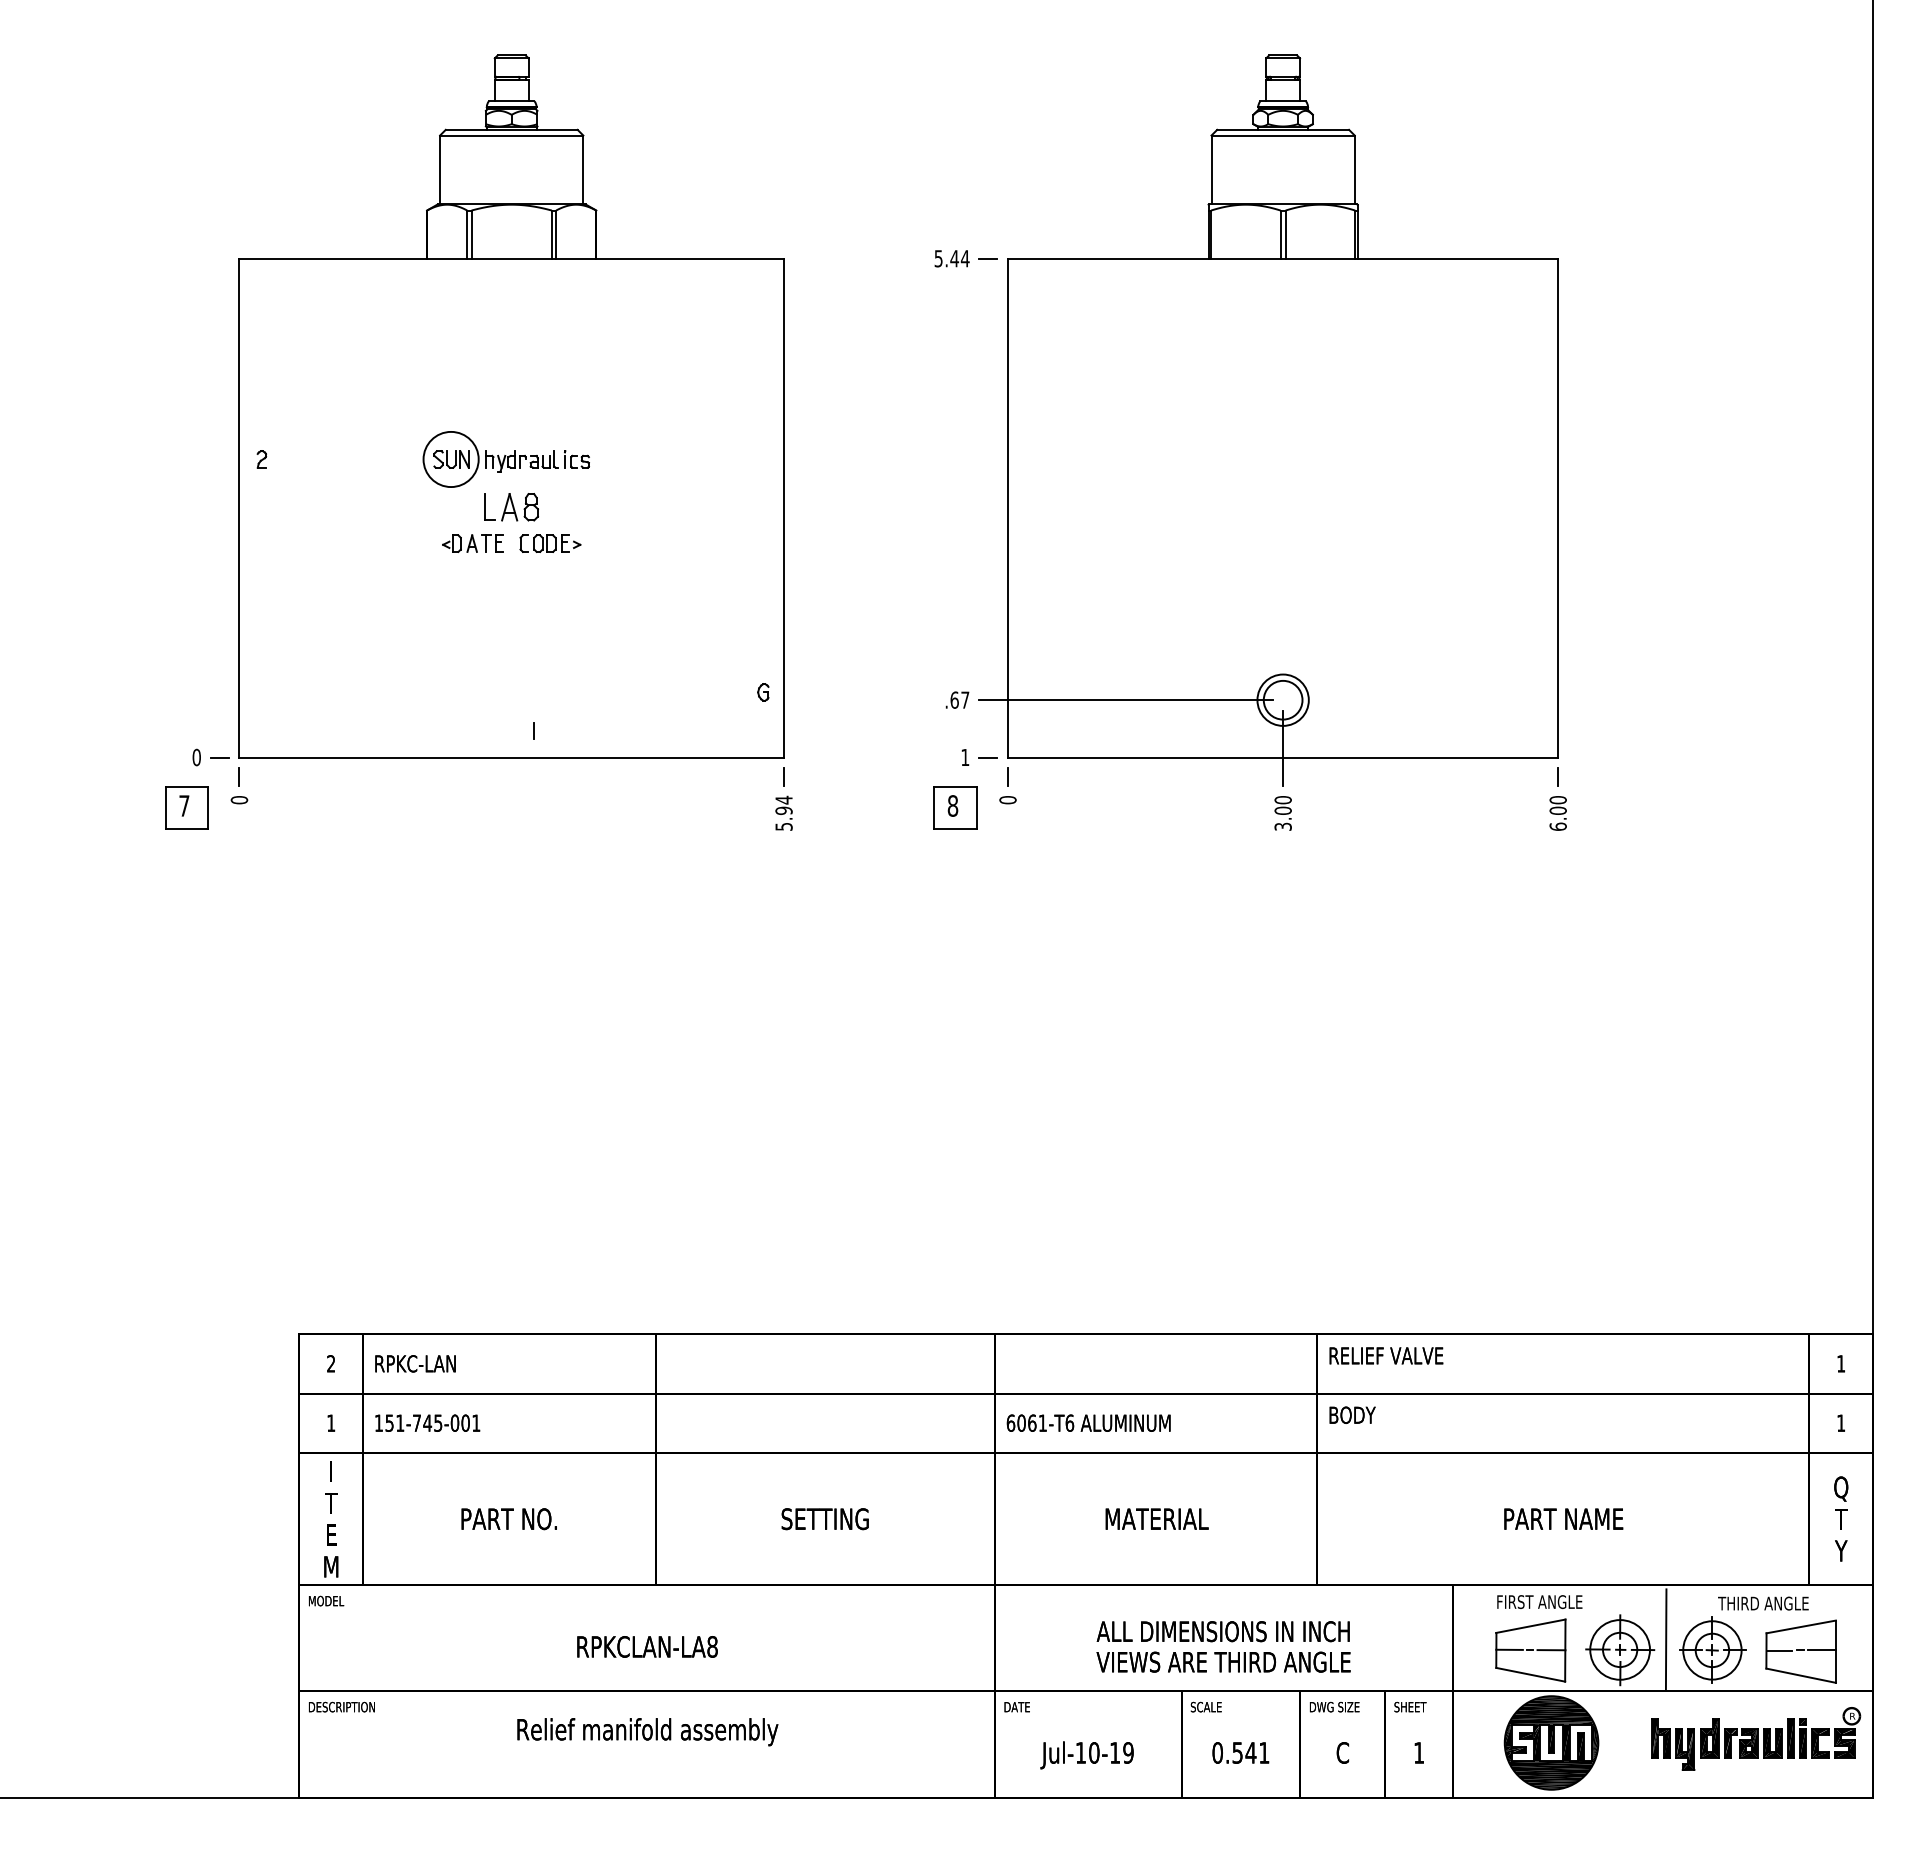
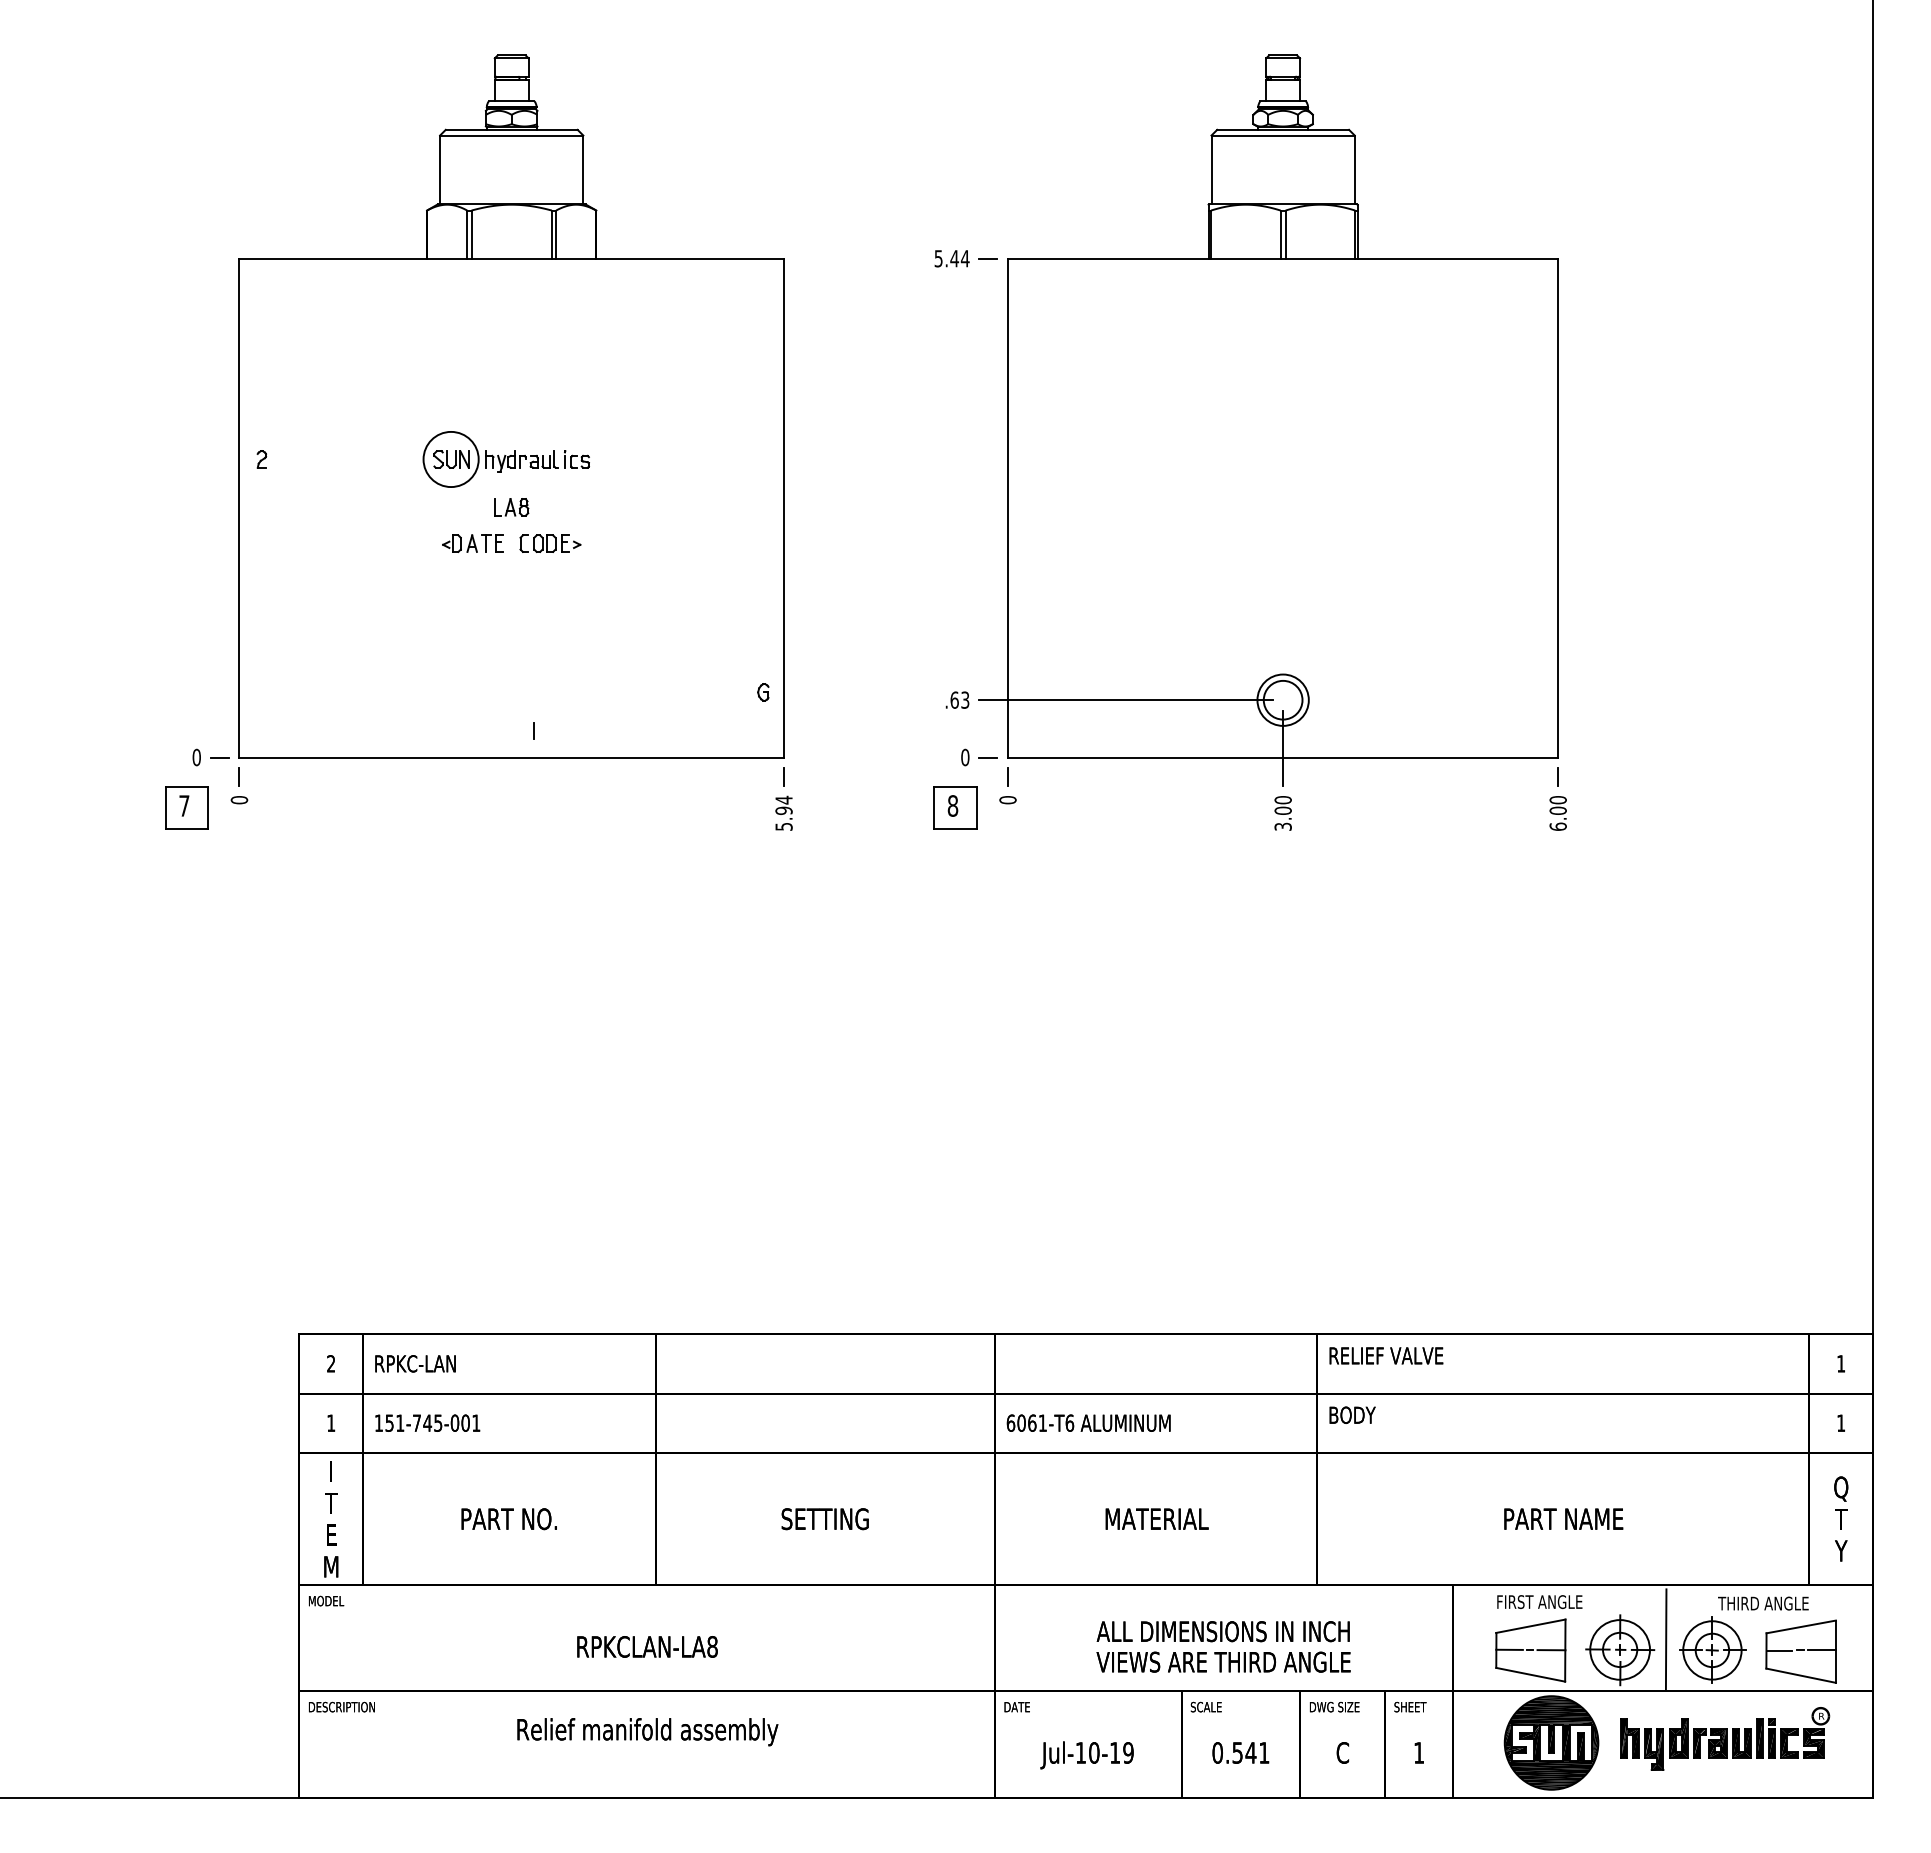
part at (511, 507) size: 55x29 px -> 36x19 px
text at (965, 699): .67 -> .63
text at (965, 757): 1 -> 0
part at (1756, 1738) position: (1756, 1738) -> (1725, 1738)
